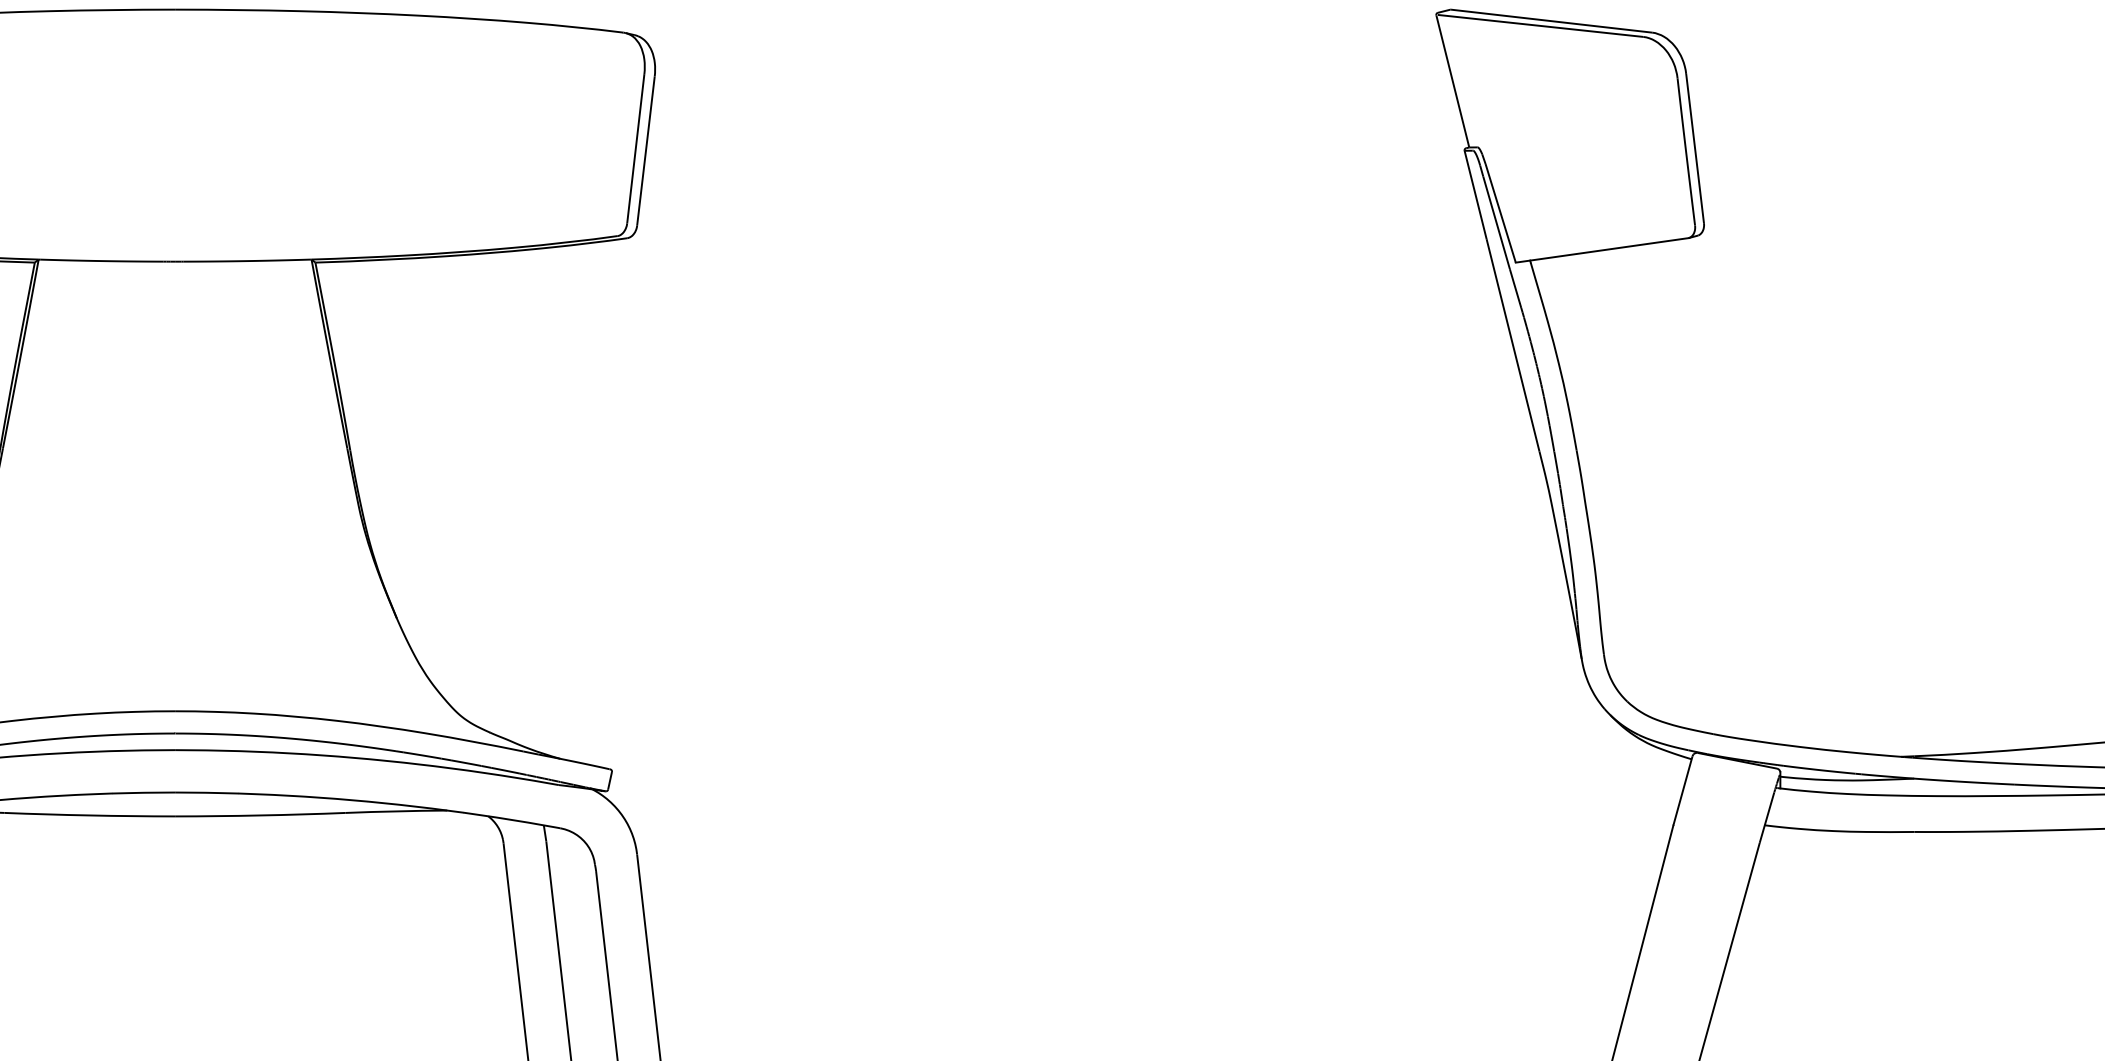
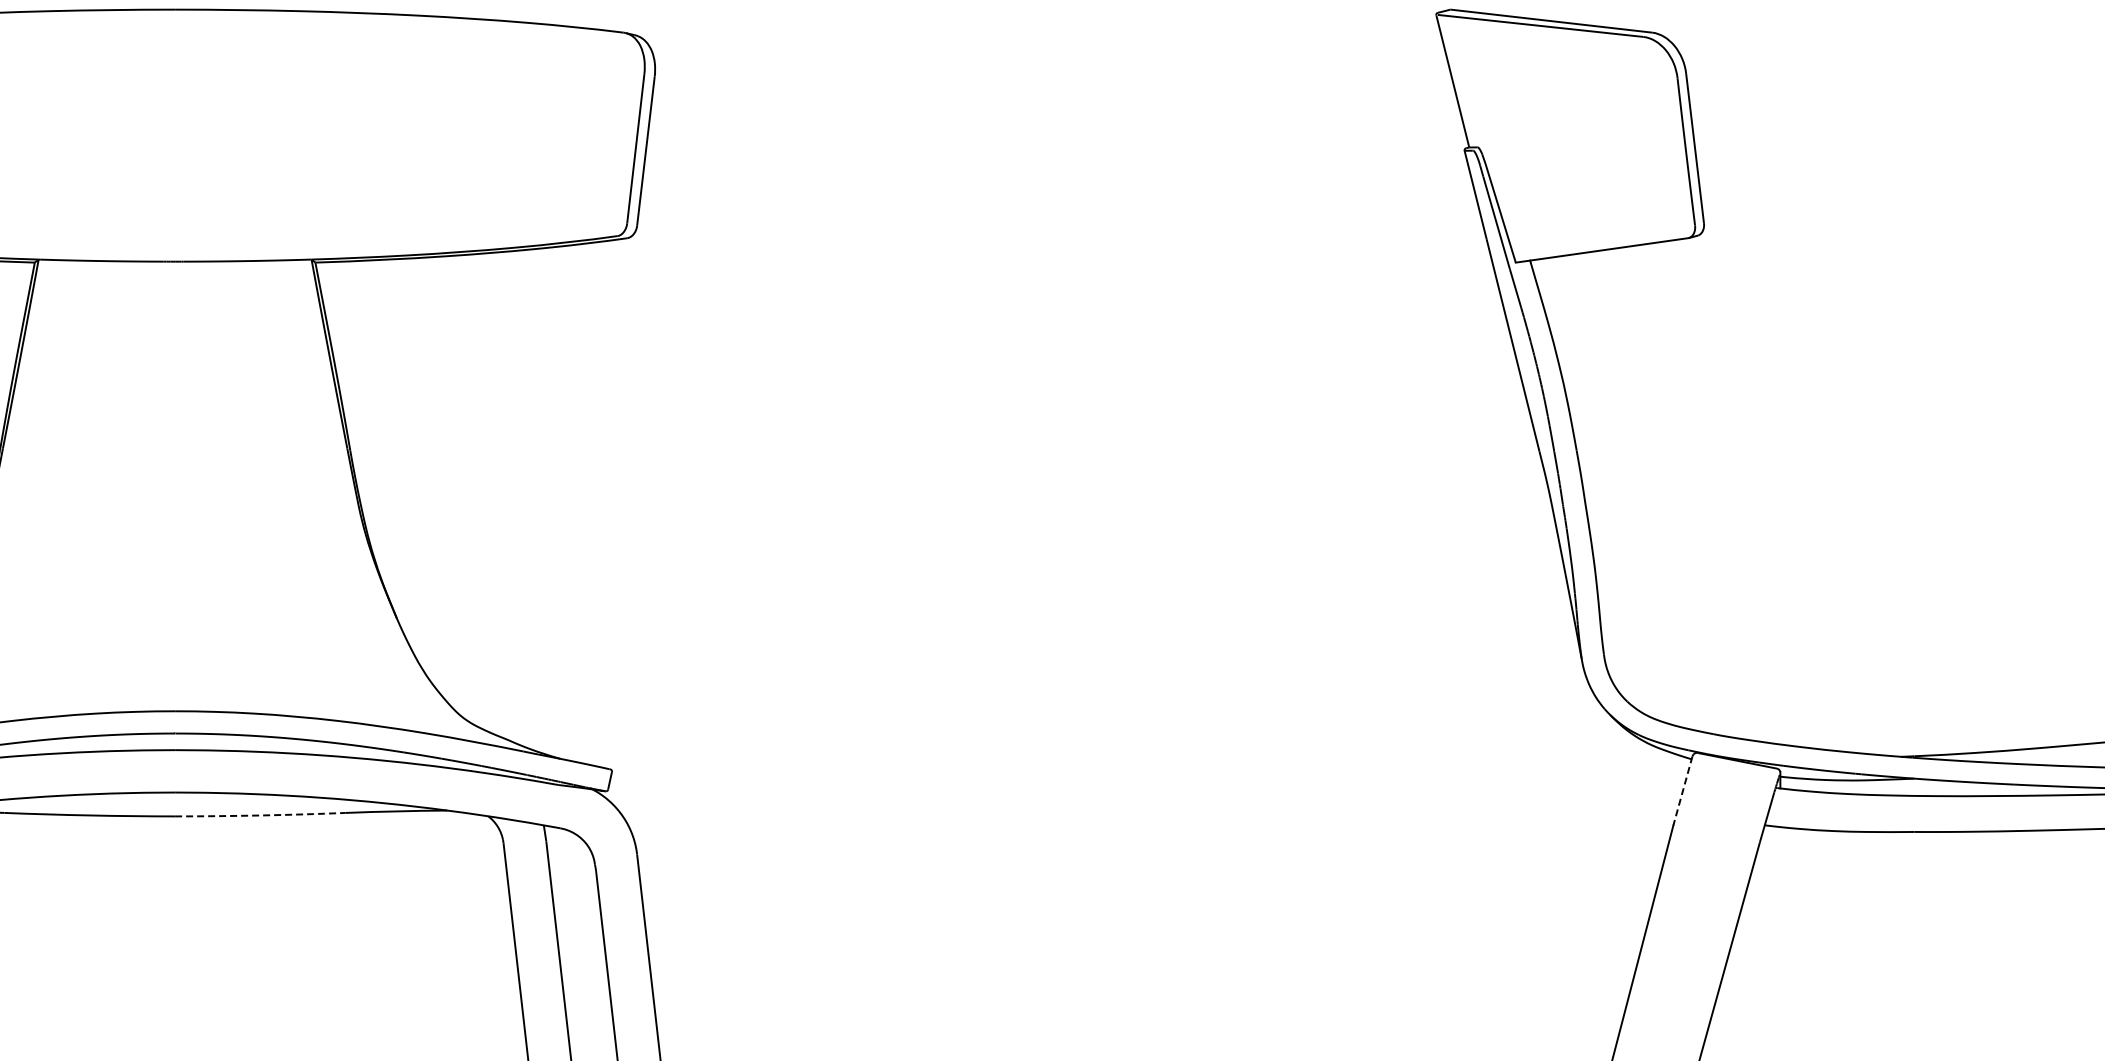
line at (1682, 791): solid -> dashed
arc at (260, 815): solid -> dashed
